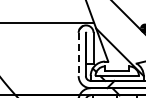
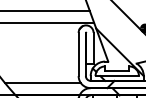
line at (45, 10): none -> present
line at (78, 54): dashed -> solid
line at (43, 83): none -> present
